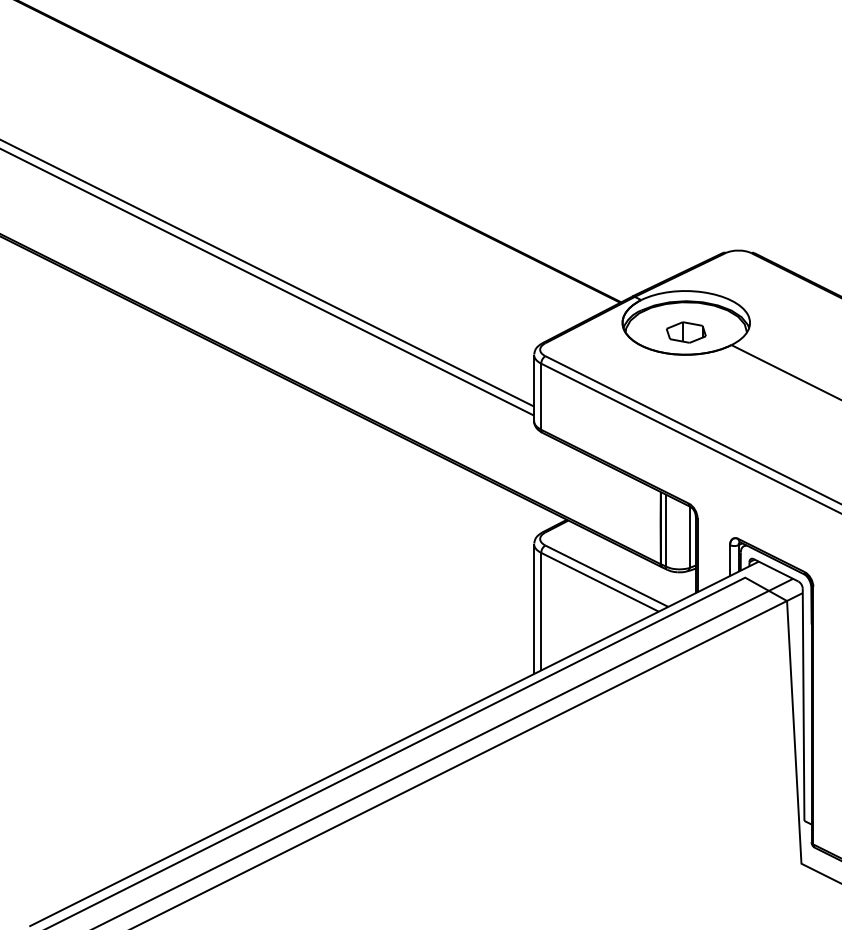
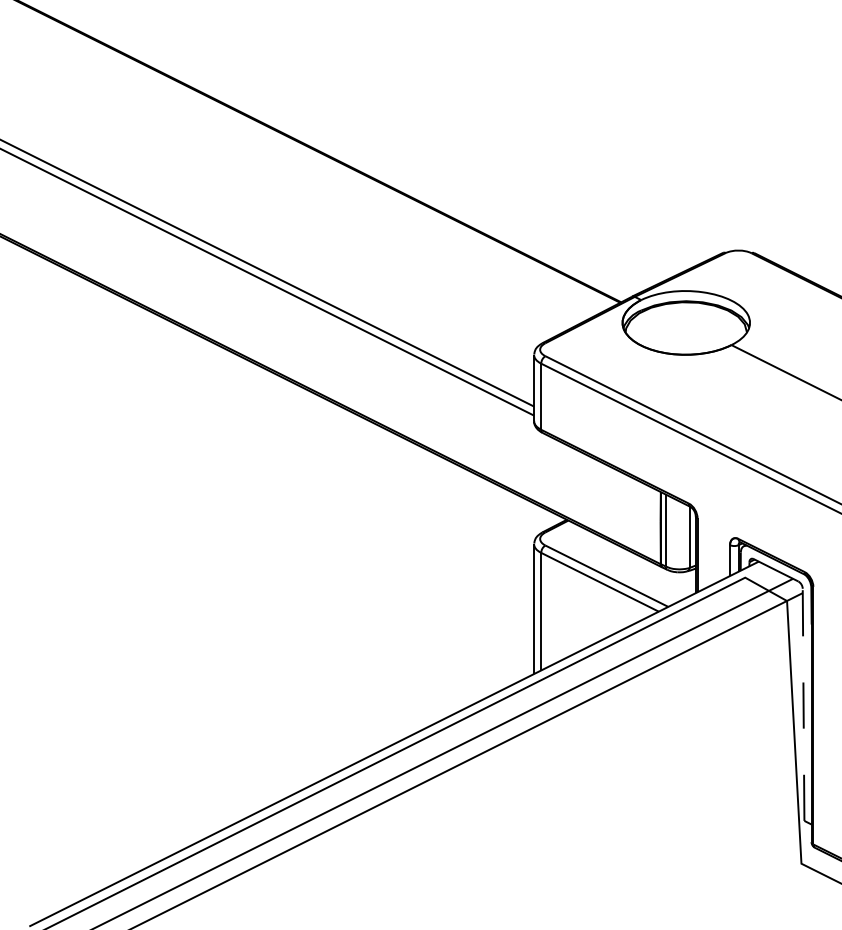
part at (686, 332): present -> none
line at (803, 704): solid -> dashed
